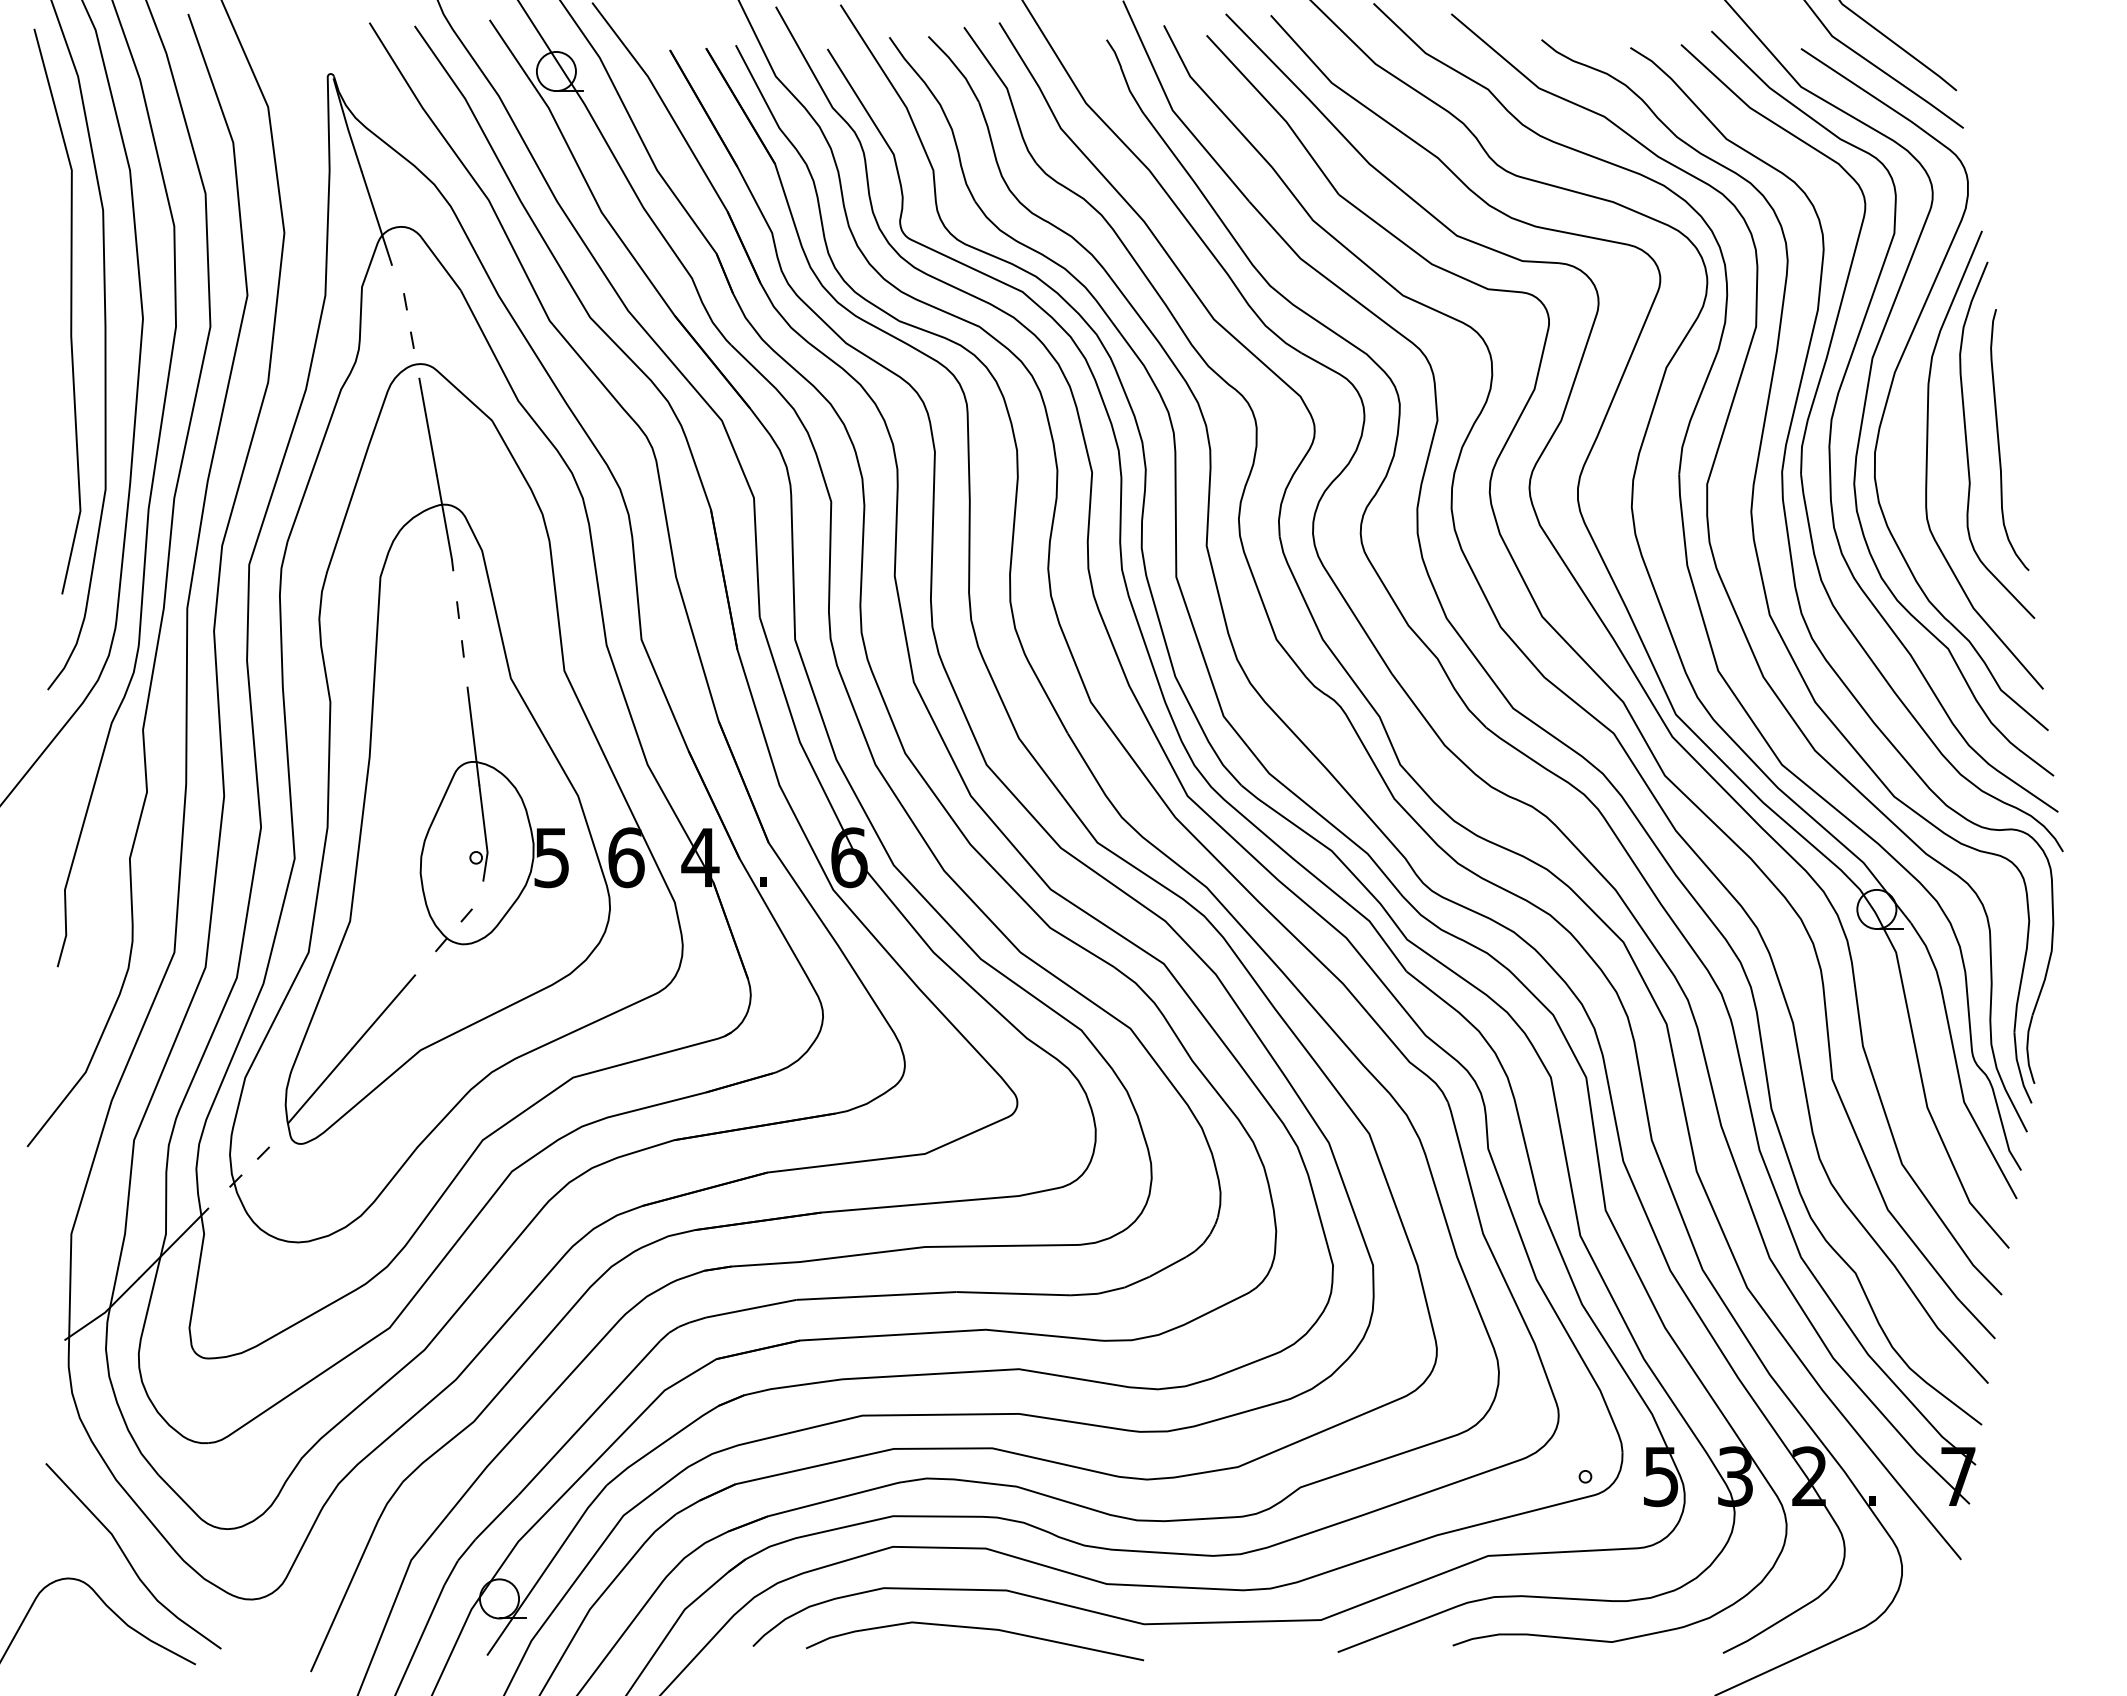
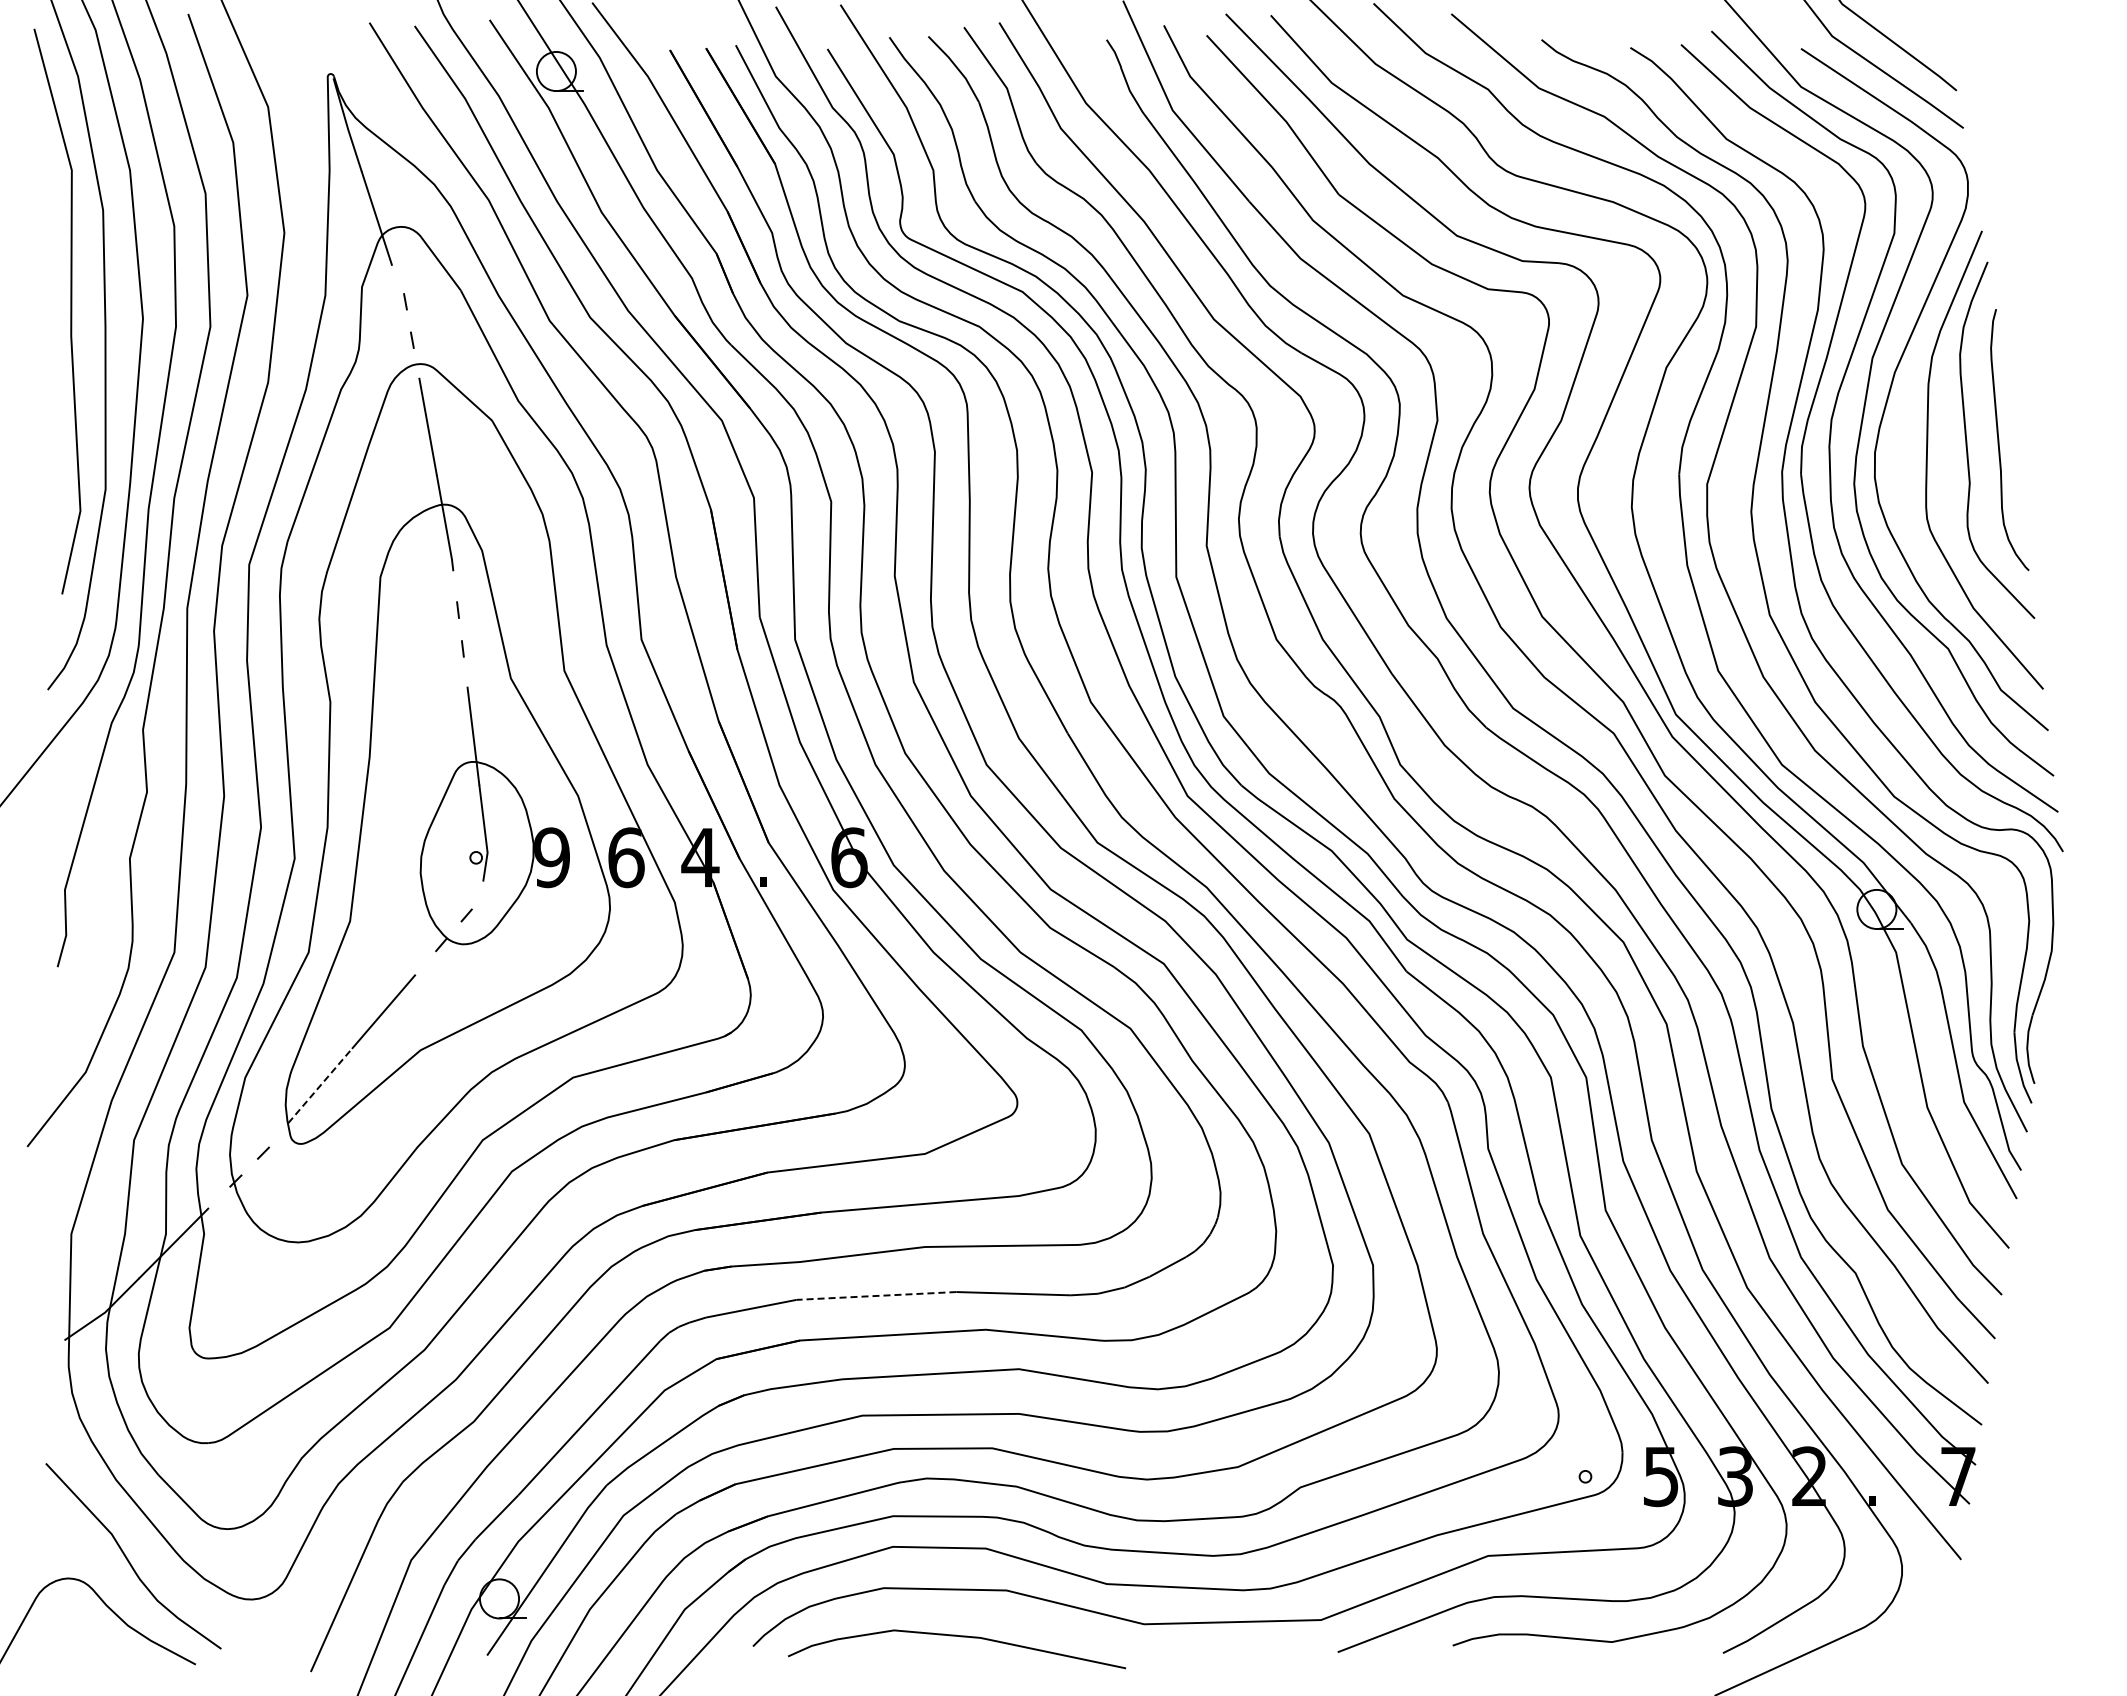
text at (551, 857): 5 -> 9
line at (320, 1085): solid -> dashed
line at (876, 1295): solid -> dashed
curve at (978, 1629) position: (978, 1629) -> (960, 1637)
